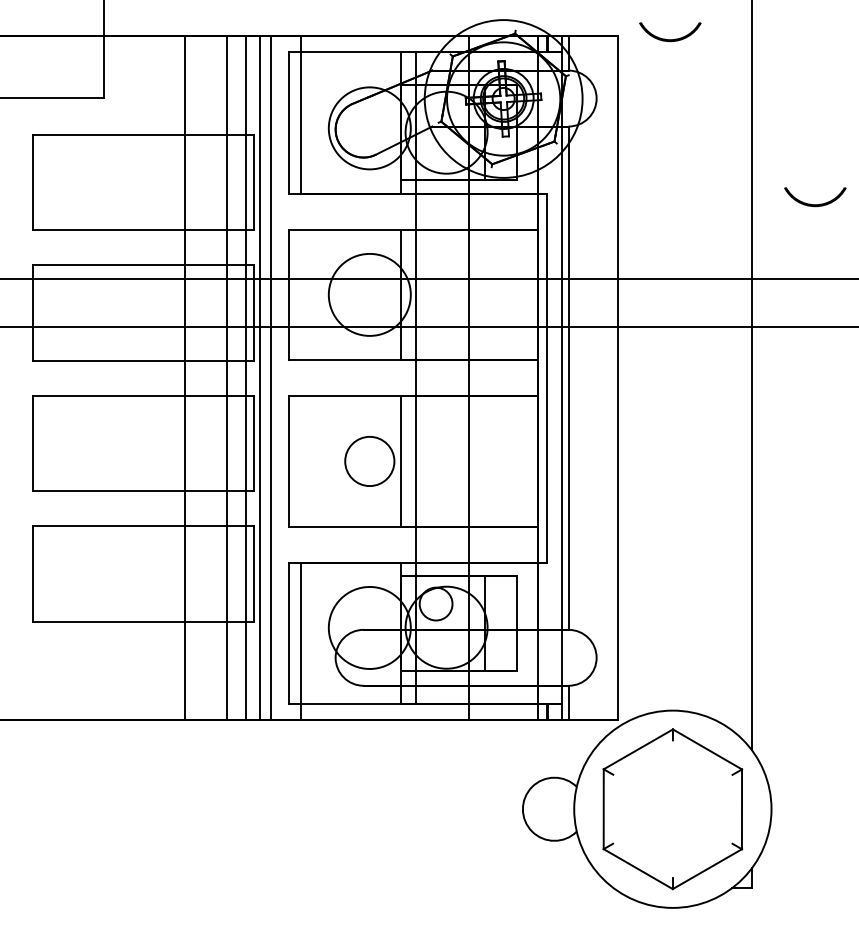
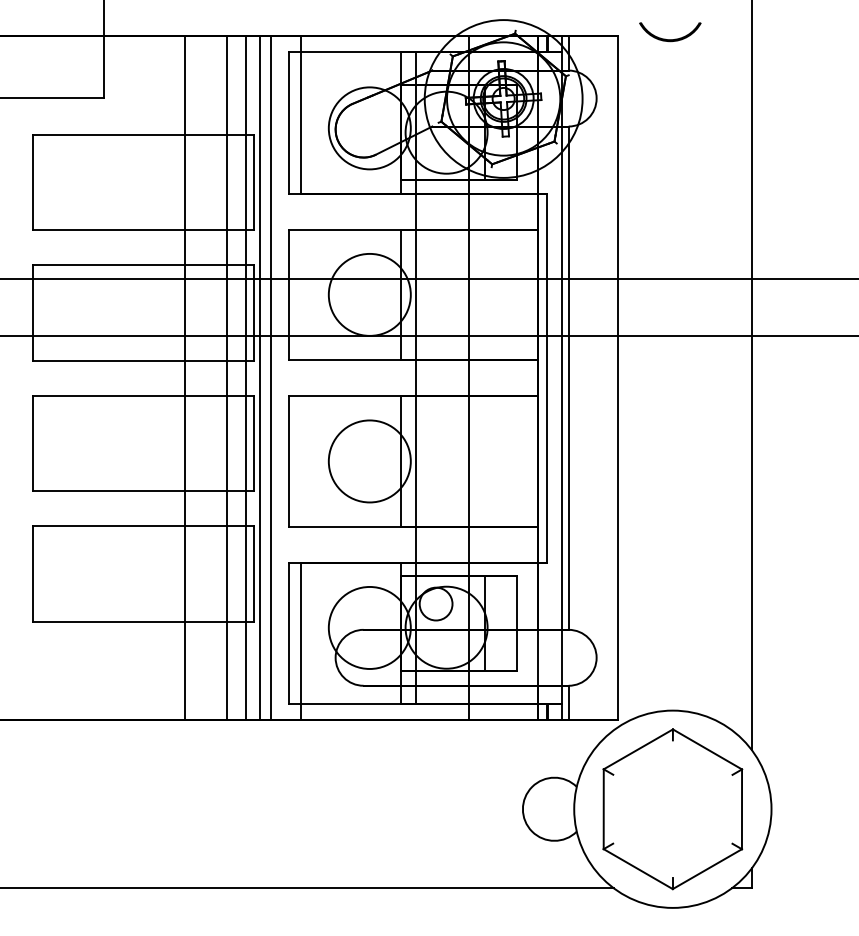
part at (815, 204): present -> none
line at (428, 326) position: (428, 326) -> (428, 335)
circle at (369, 461) diameter: 49 px -> 82 px
line at (307, 888): none -> present
